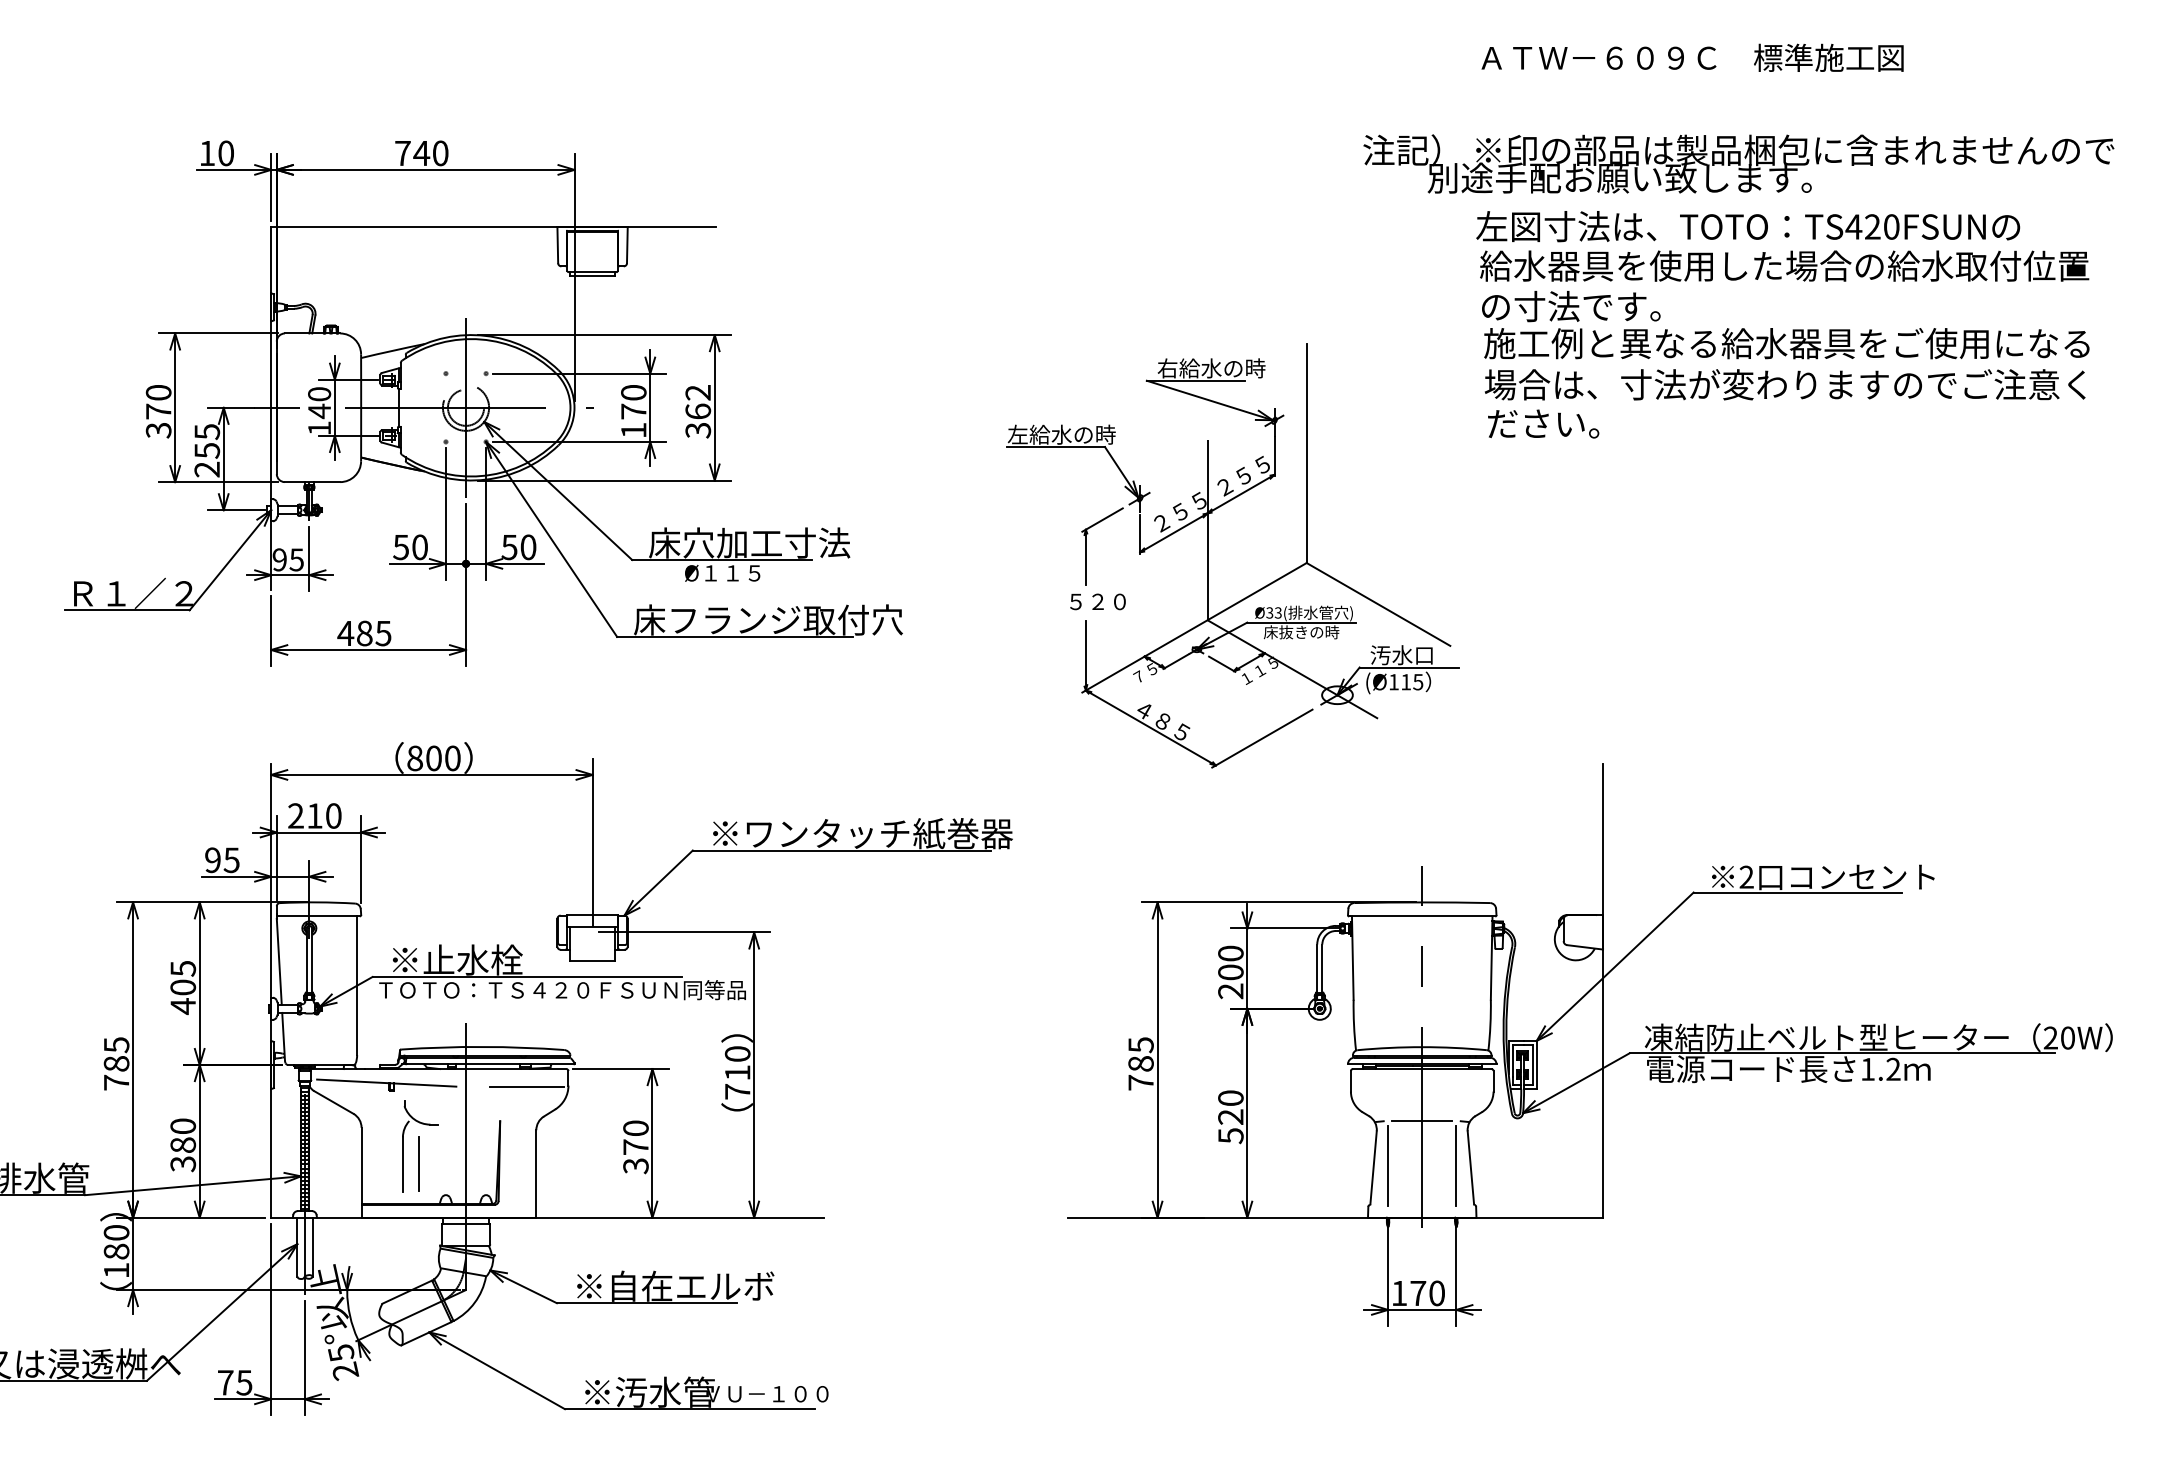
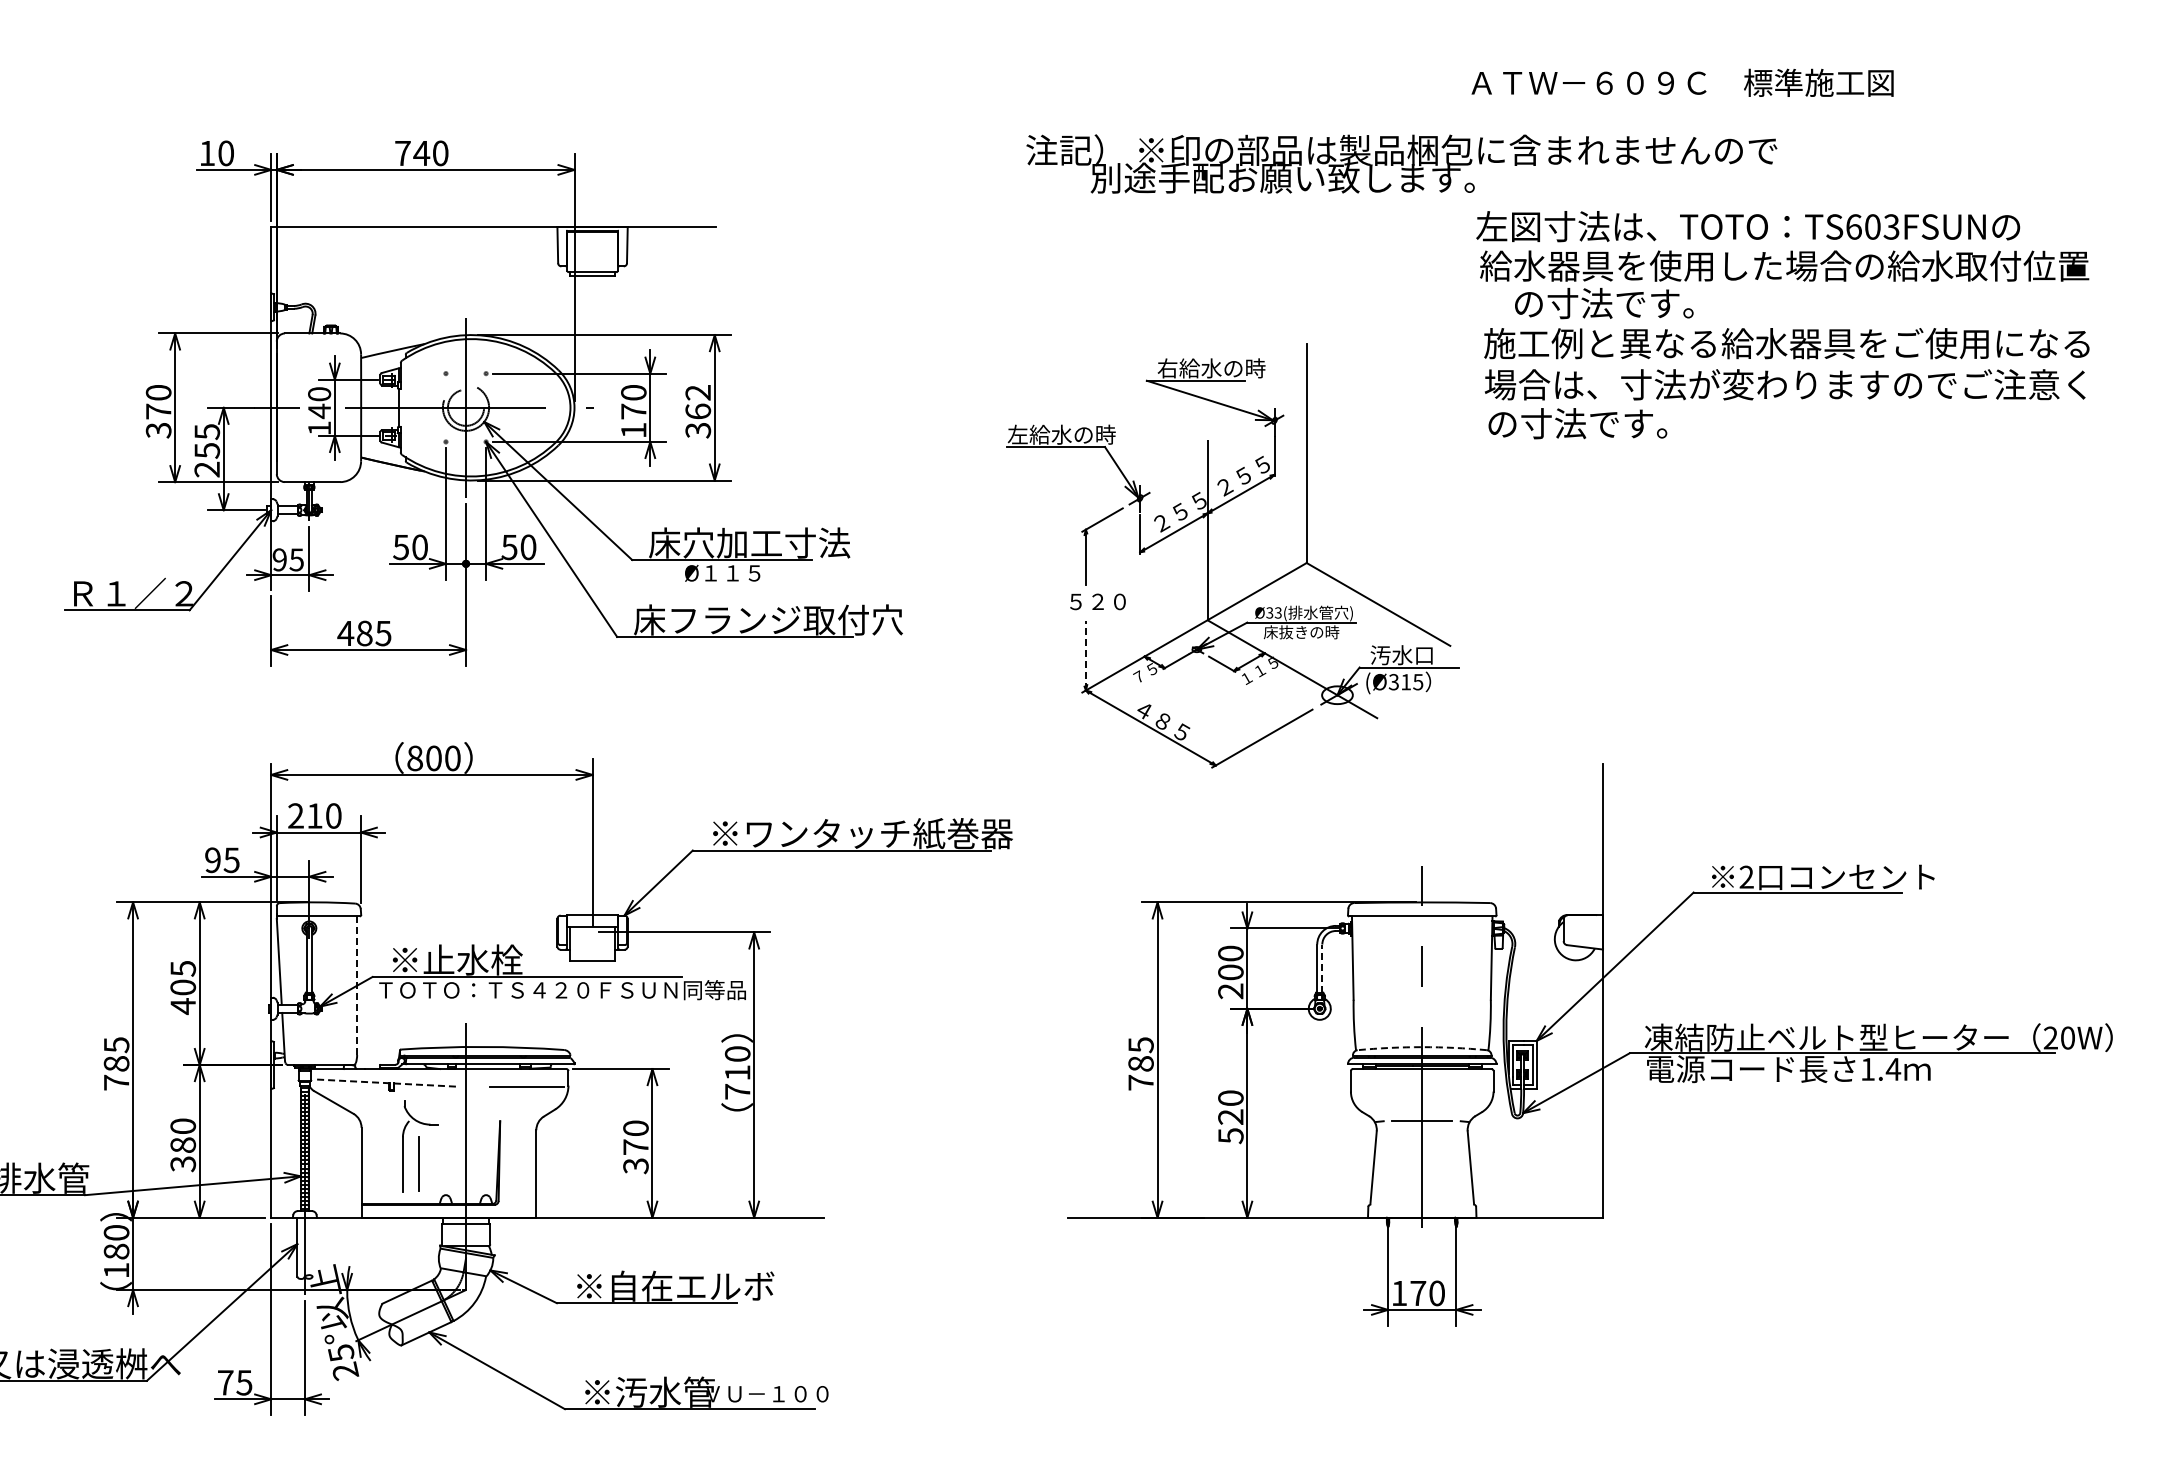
text at (1692, 57) position: (1692, 57) -> (1682, 82)
text at (1738, 163) position: (1738, 163) -> (1401, 163)
text at (1872, 226): TS420FSUN -> TS603FSUN
text at (1571, 306) position: (1571, 306) -> (1604, 303)
text at (1577, 423): ださい。 -> の寸法です。
line at (1085, 655): solid -> dashed
text at (1393, 682): (Ø115 -> (Ø315
line at (1322, 968): solid -> dashed
line at (357, 985): solid -> dashed
arc at (1422, 1047): solid -> dashed
text at (1893, 1068): 1.2 -> 1.4
line at (386, 1083): solid -> dashed
line at (1388, 1165): present -> none
line at (1456, 1165): present -> none
line at (312, 1246): present -> none
